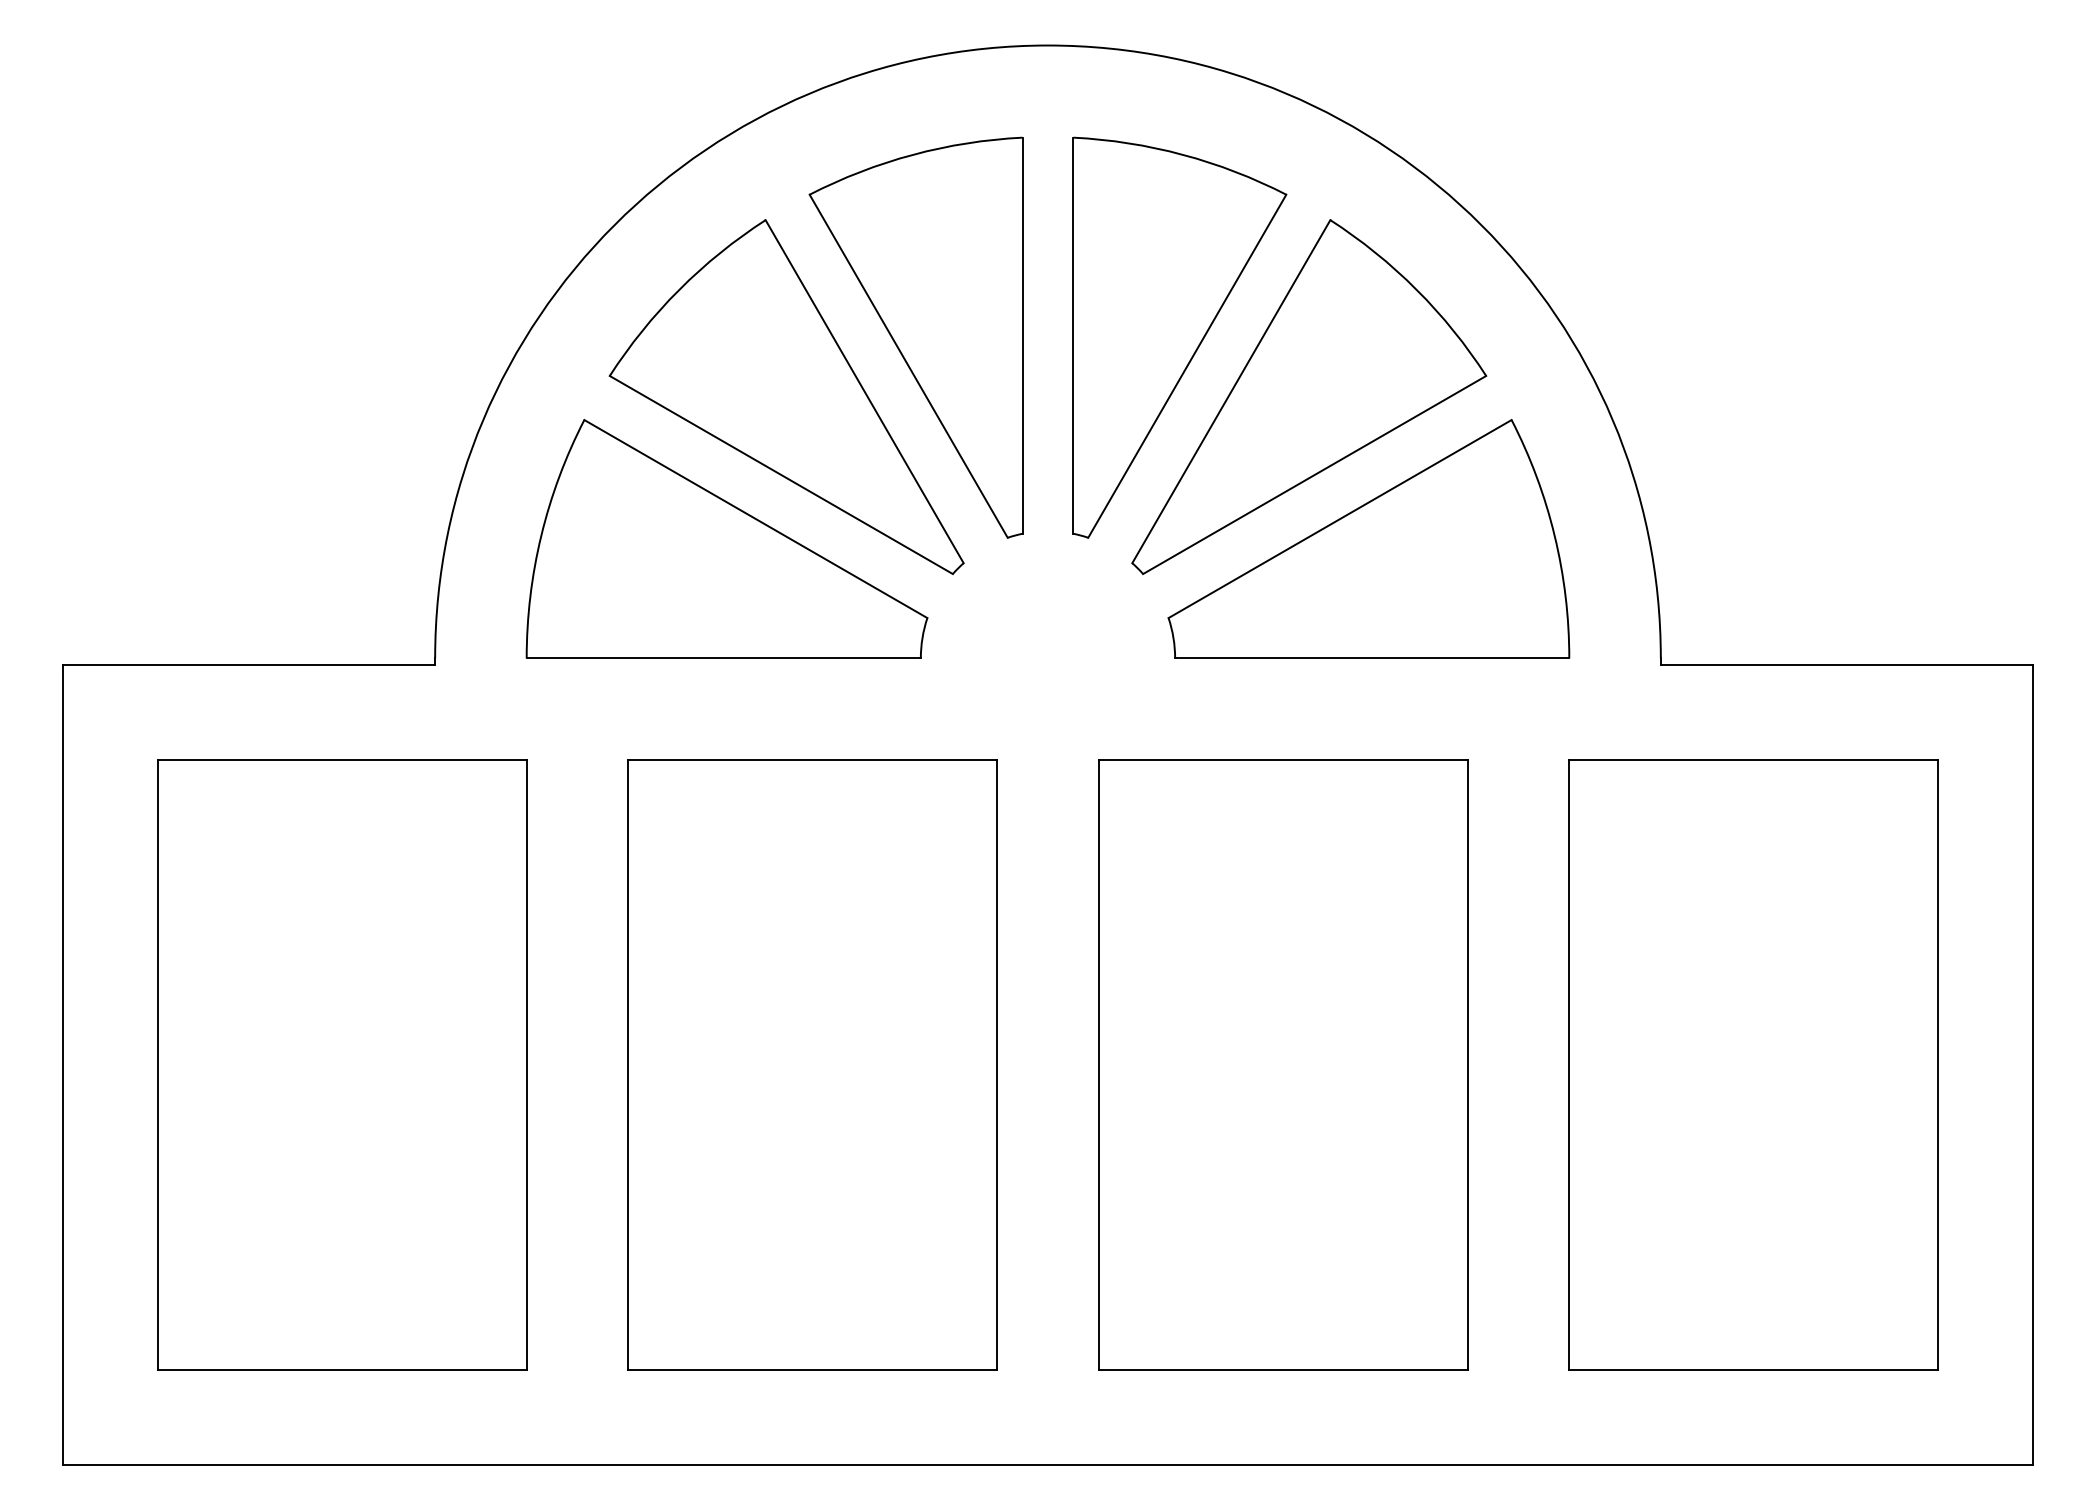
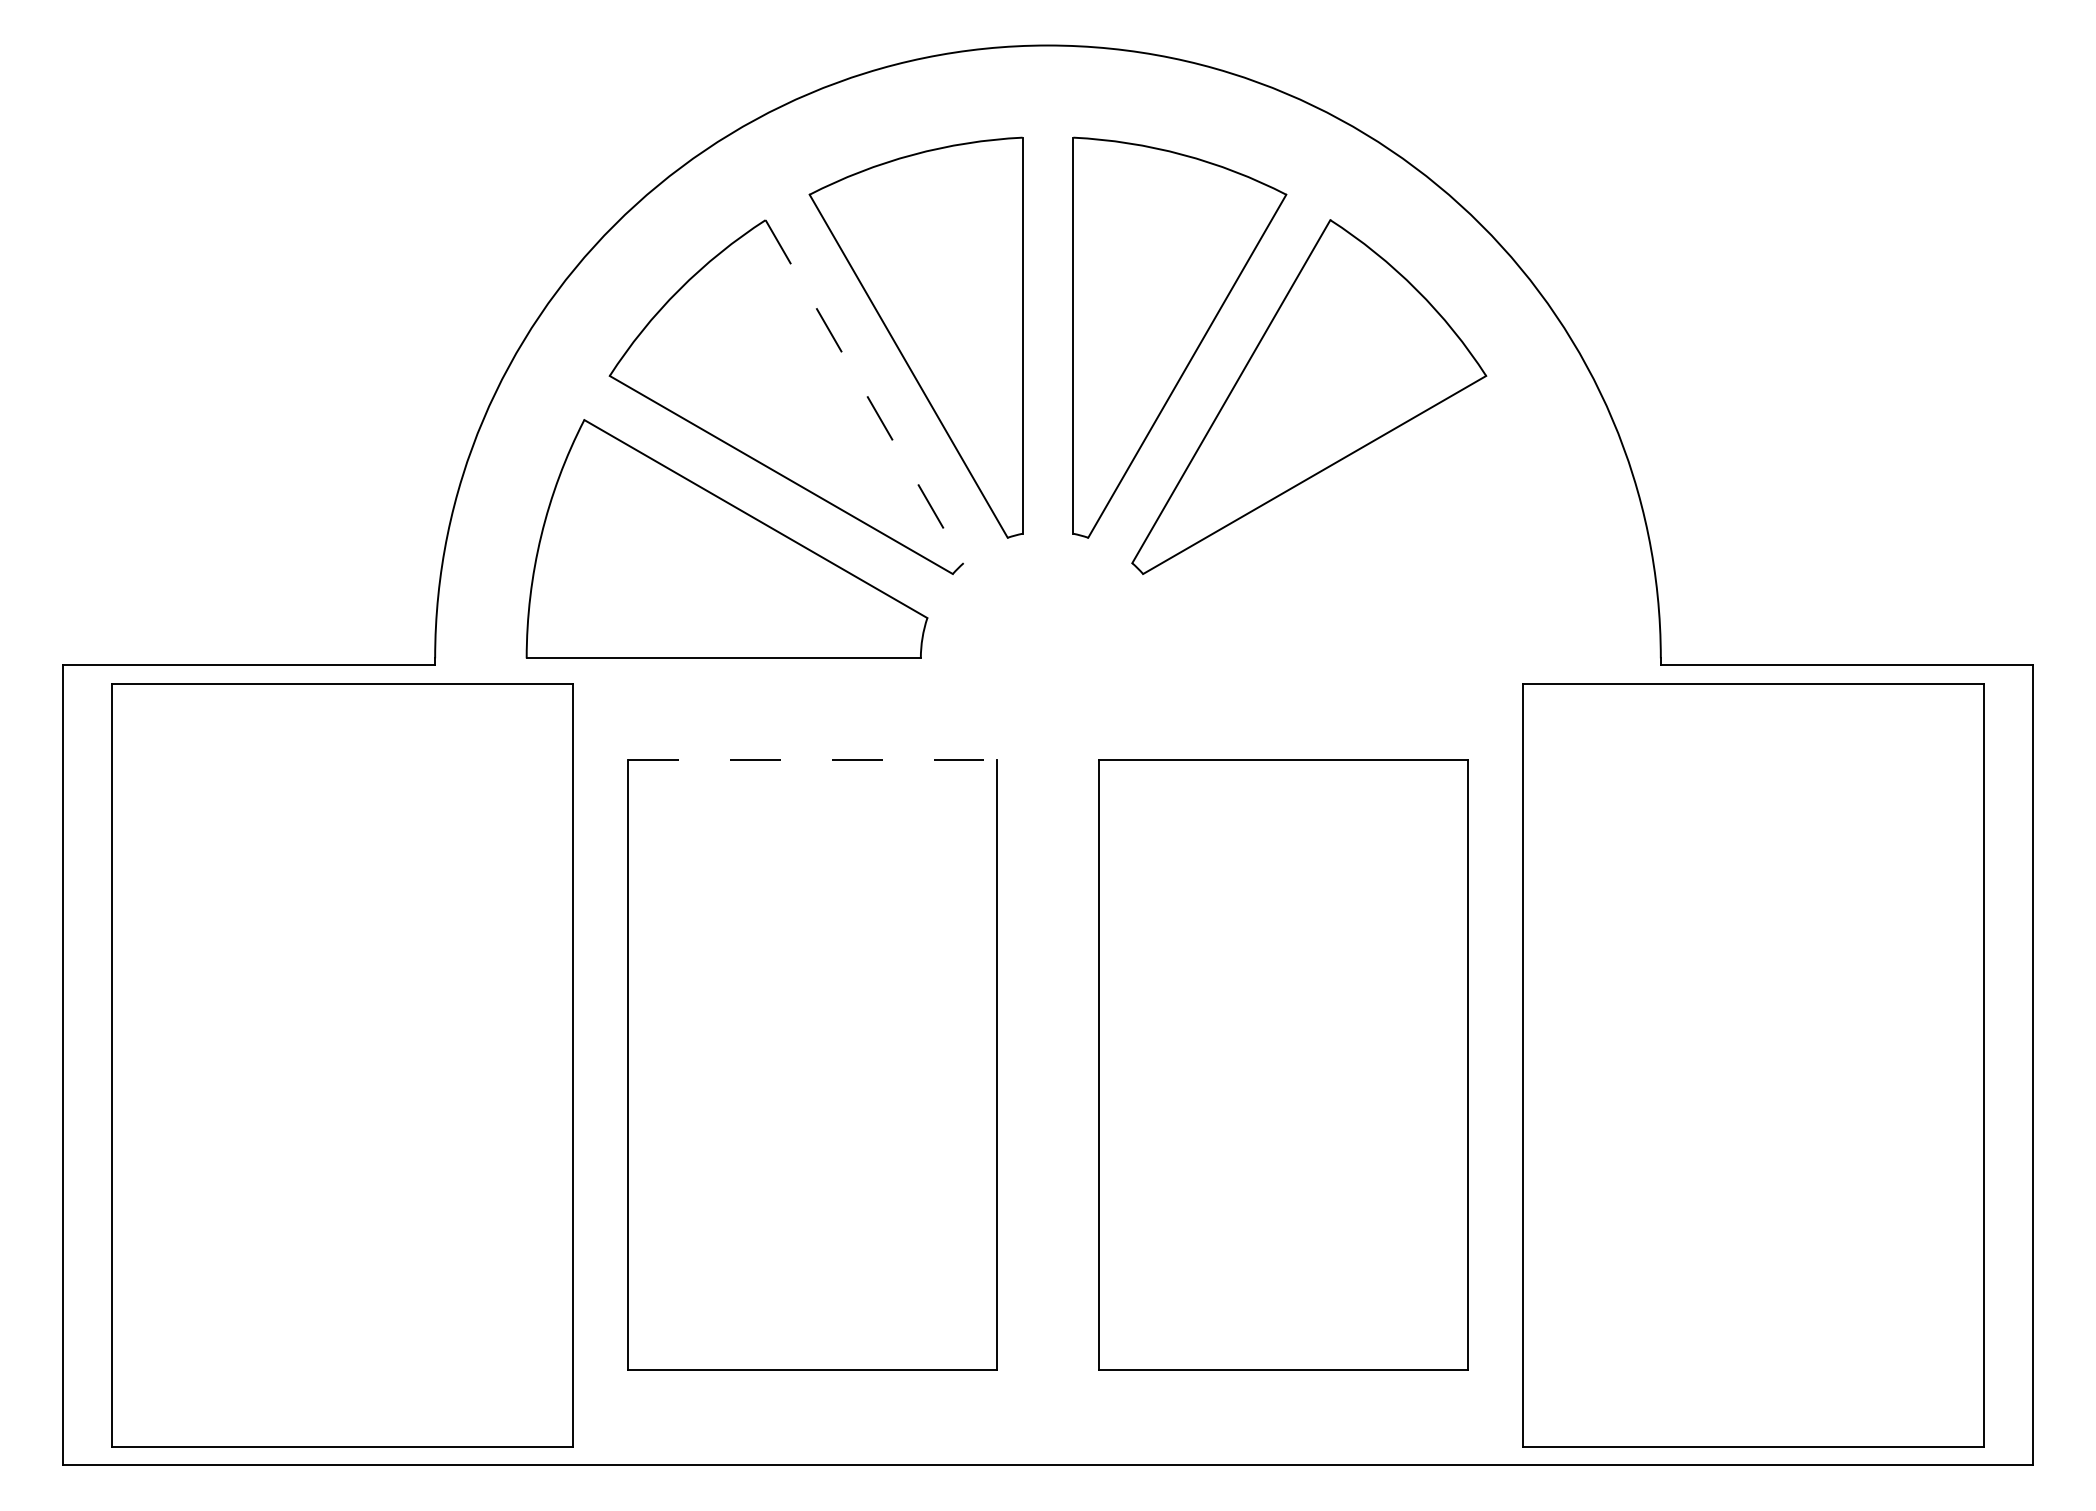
line at (864, 392): solid -> dashed
part at (1368, 538): present -> none
line at (813, 760): solid -> dashed
part at (342, 1064) size: 371x612 px -> 463x765 px
part at (1753, 1064) size: 371x612 px -> 463x765 px
